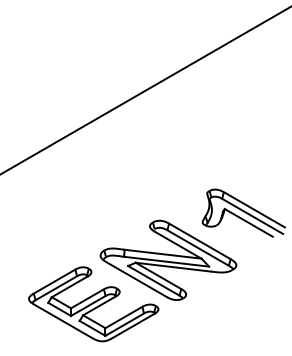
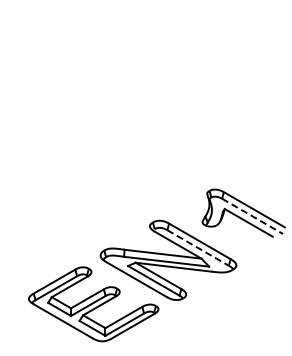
line at (145, 90): present -> none
line at (253, 216): solid -> dashed
line at (198, 248): solid -> dashed
